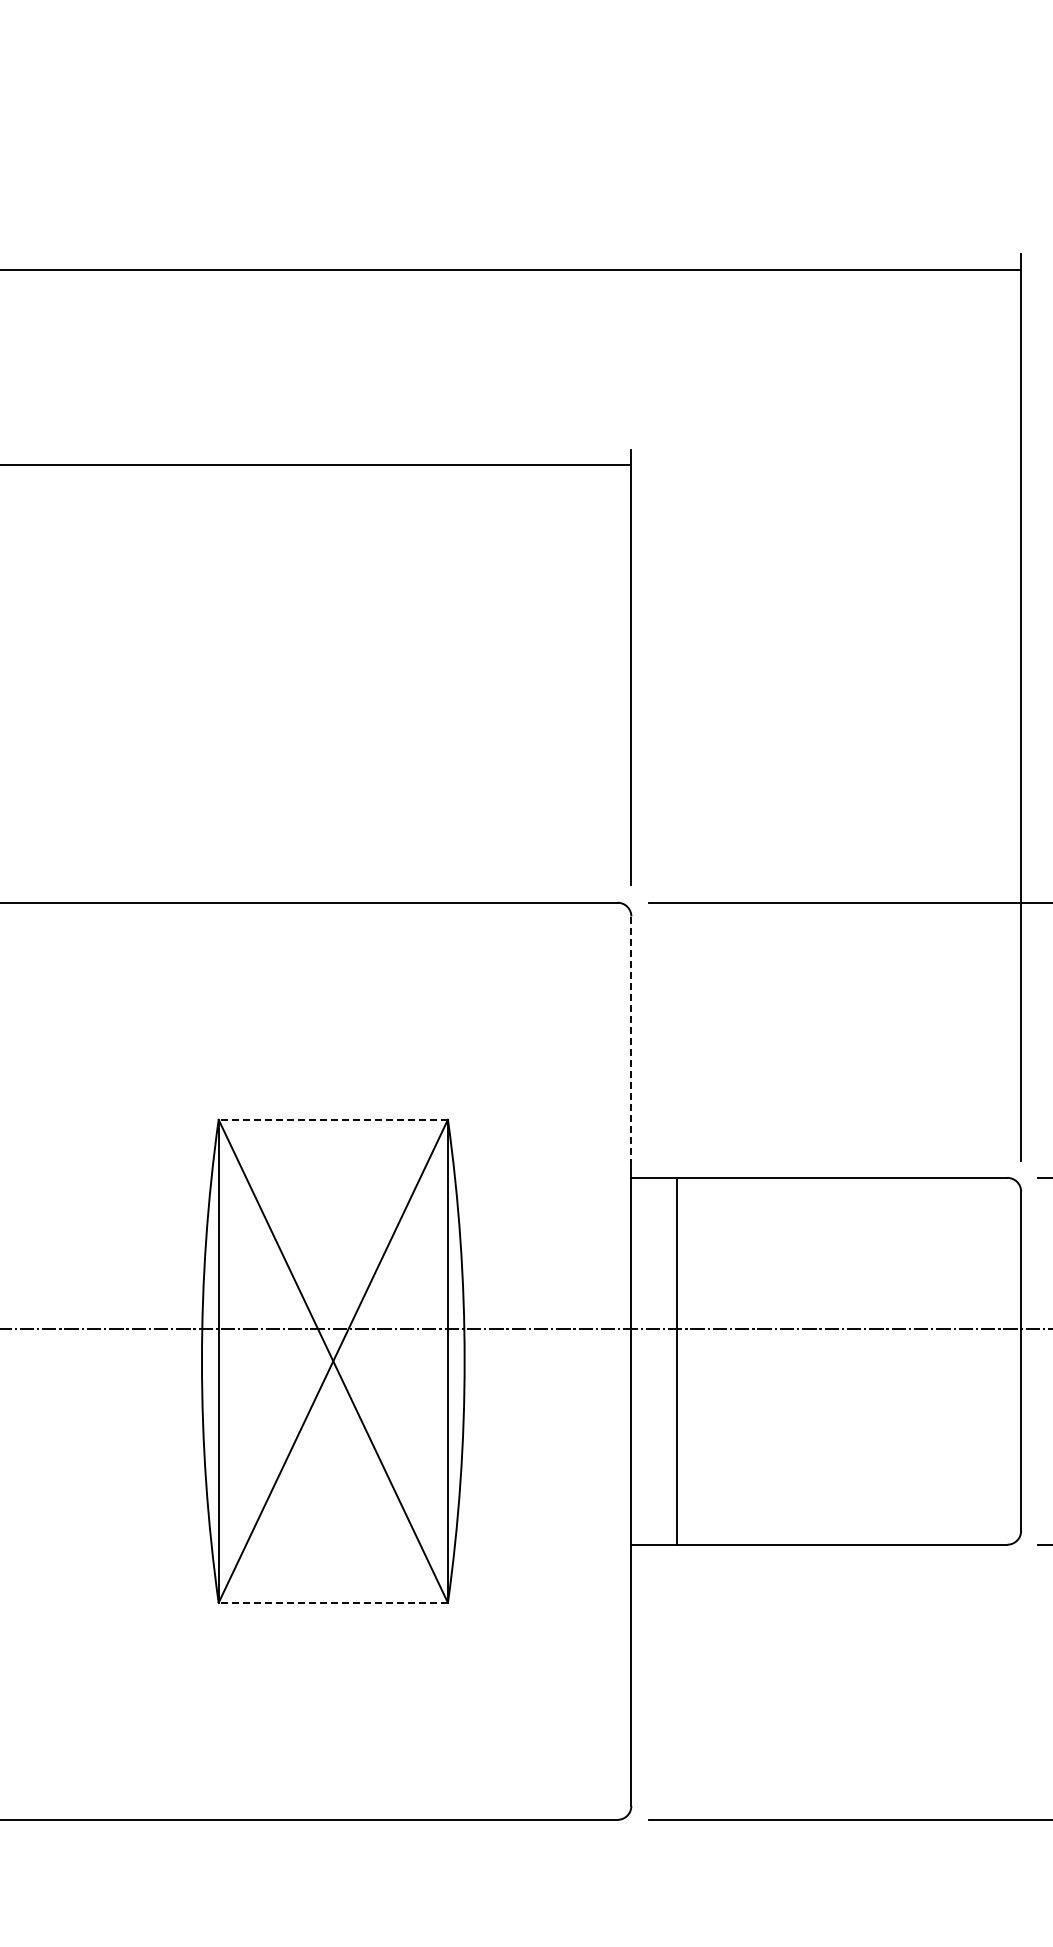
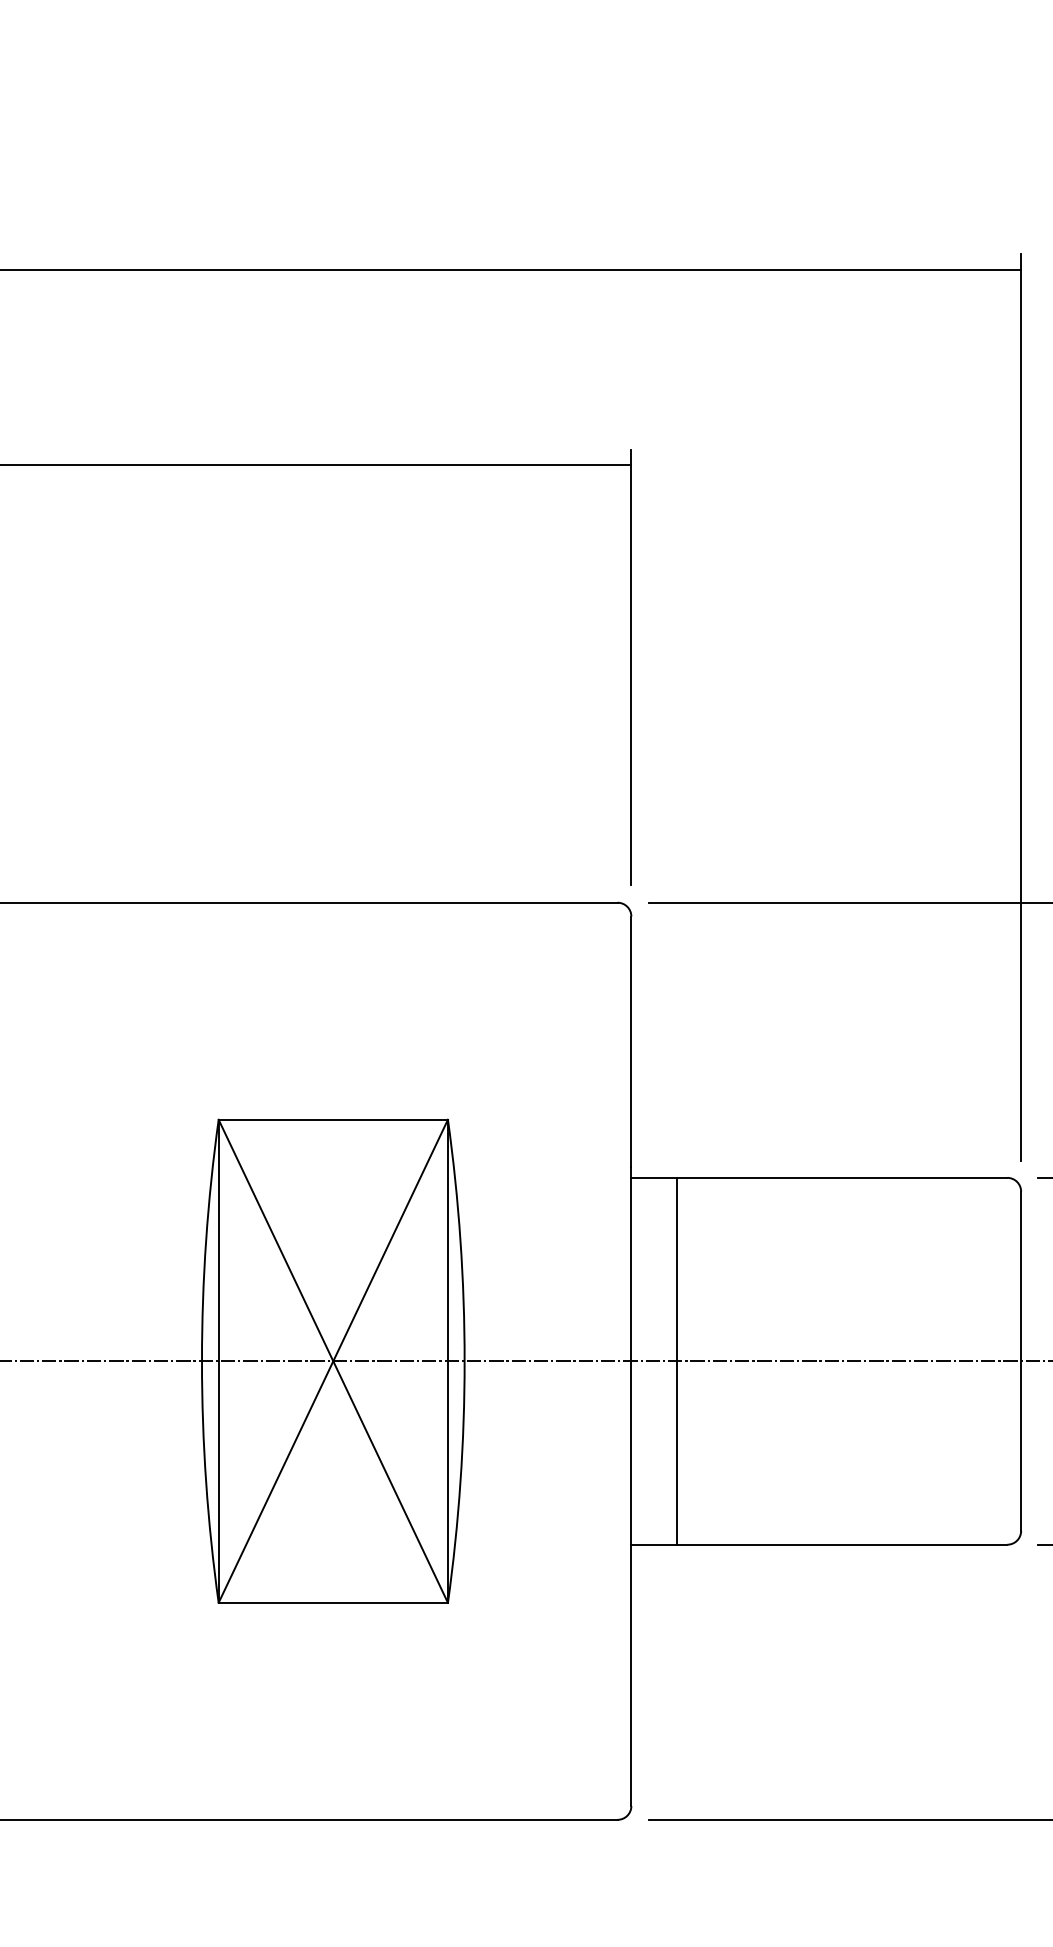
line at (631, 1042): dashed -> solid
line at (333, 1119): dashed -> solid
line at (525, 1329) position: (525, 1329) -> (525, 1361)
line at (333, 1602): dashed -> solid
